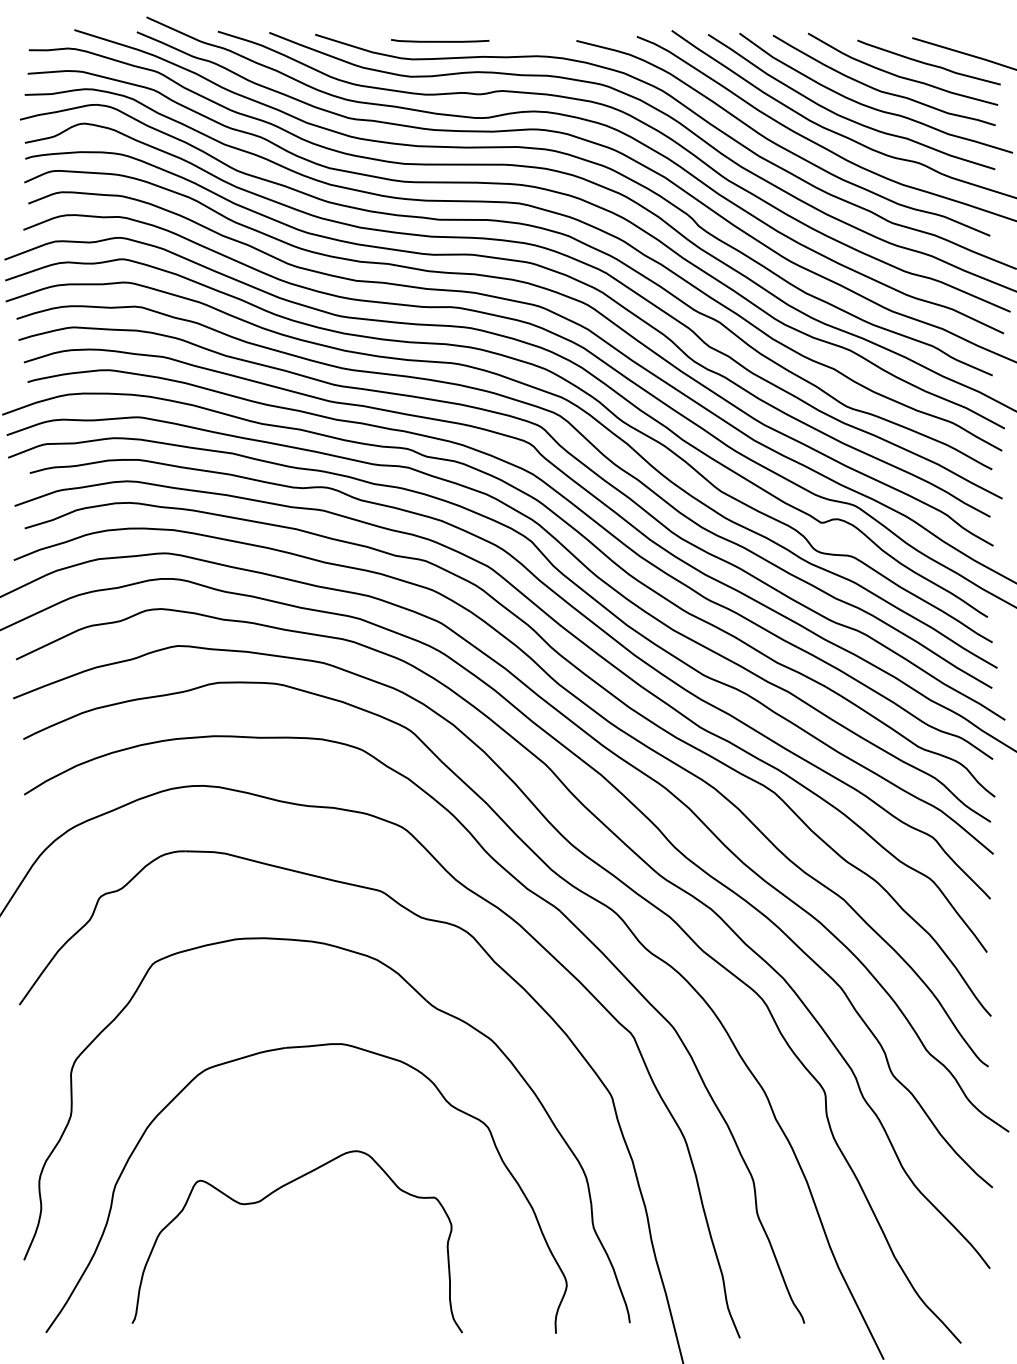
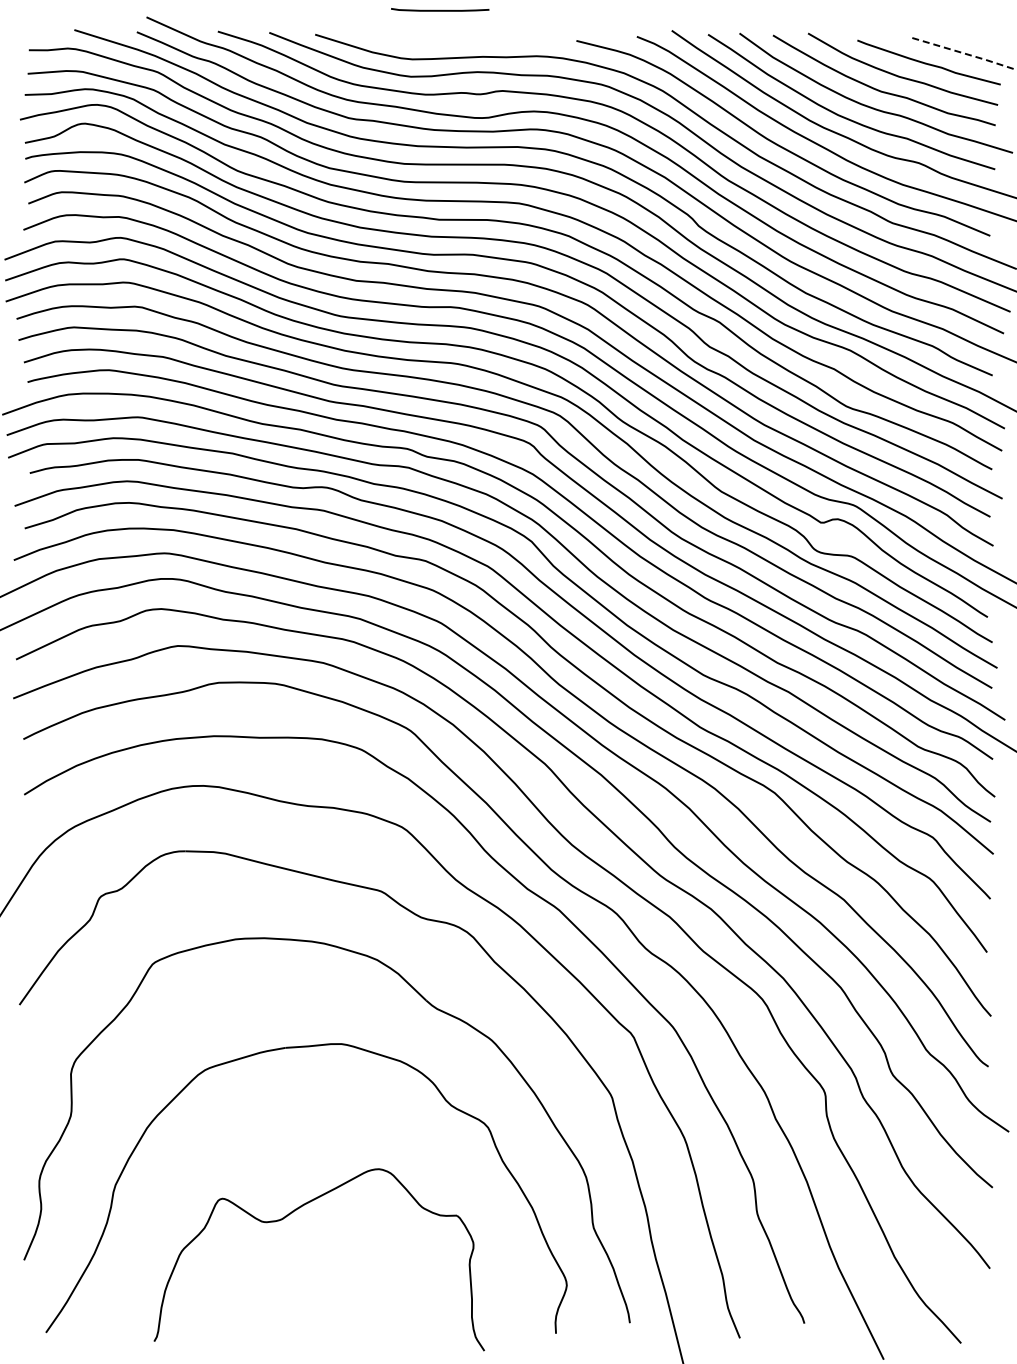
line at (440, 40) position: (440, 40) -> (440, 9)
line at (965, 53): solid -> dashed
part at (267, 1197) position: (267, 1197) -> (289, 1215)
